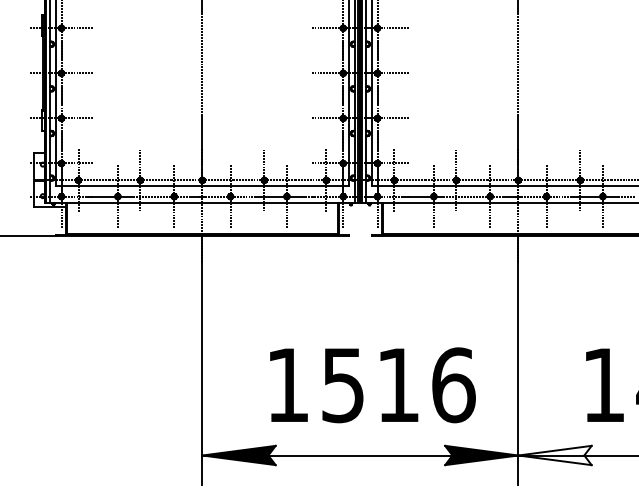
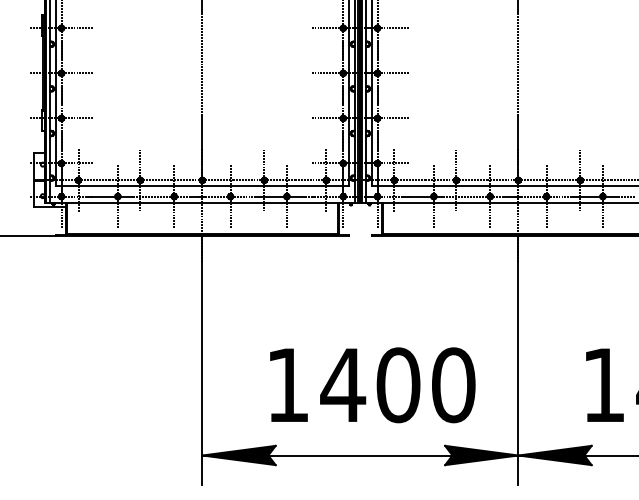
text at (397, 385): 1516 -> 1400
fill at (554, 455): none -> present
